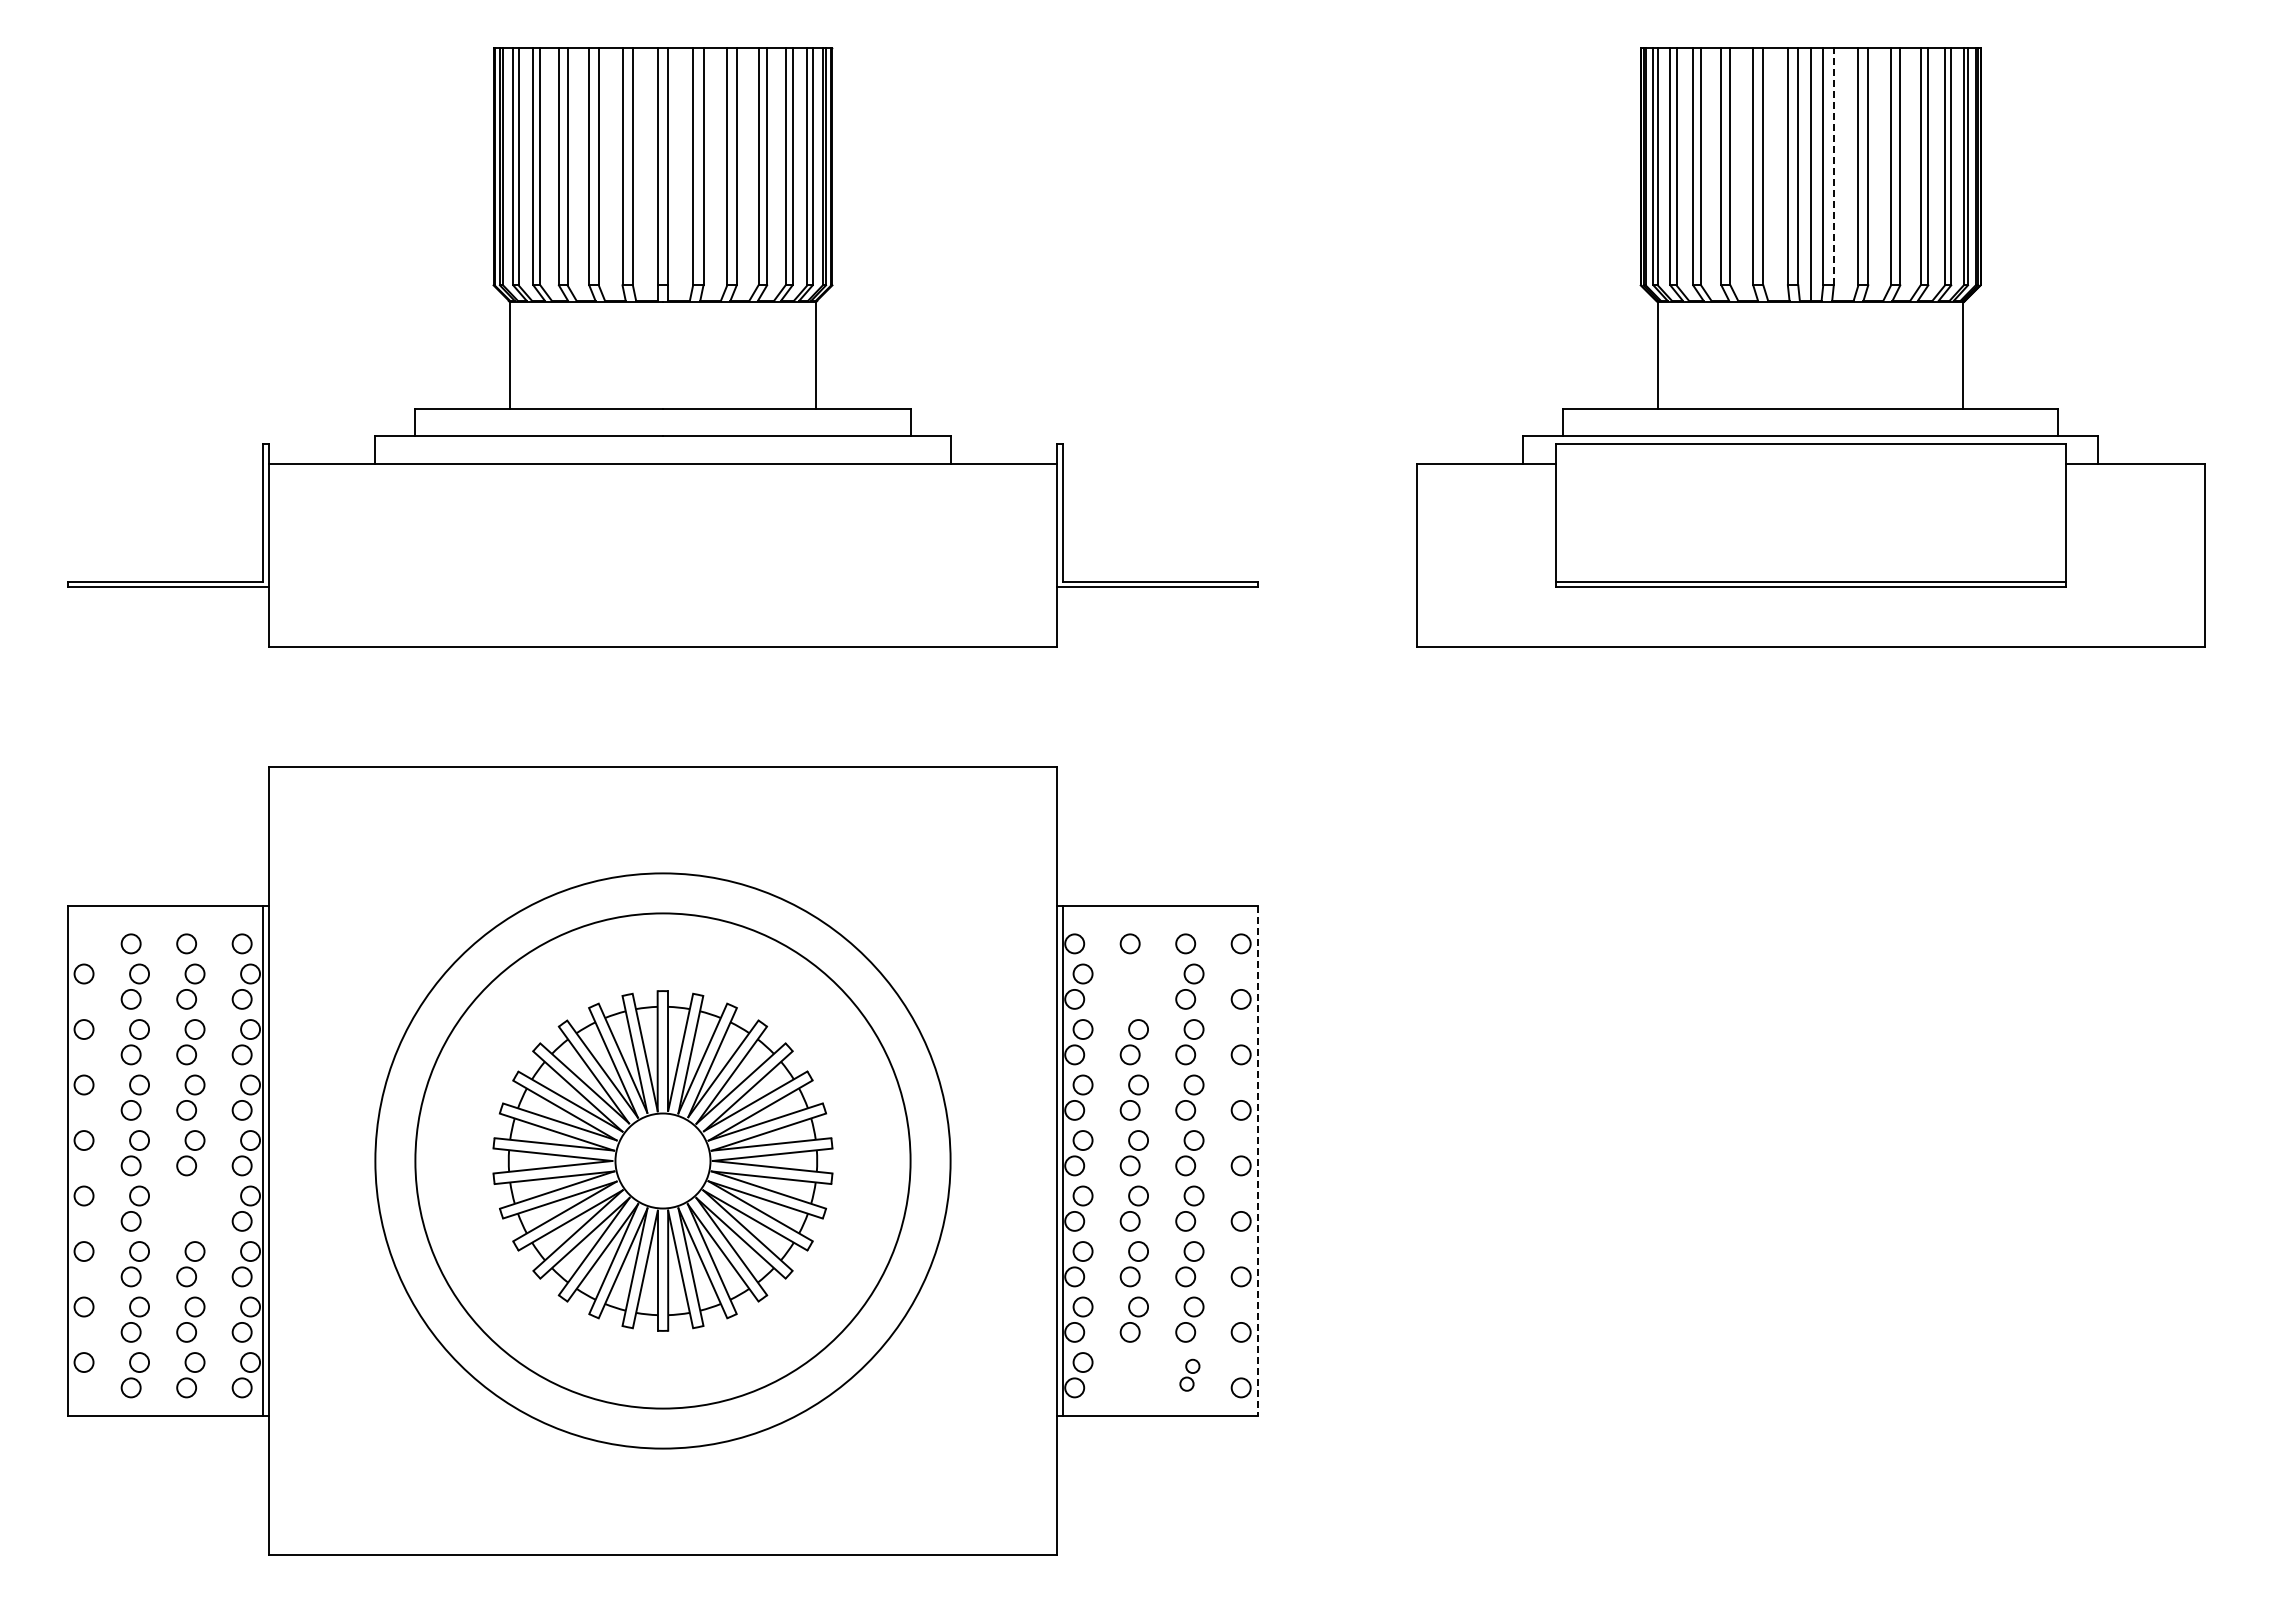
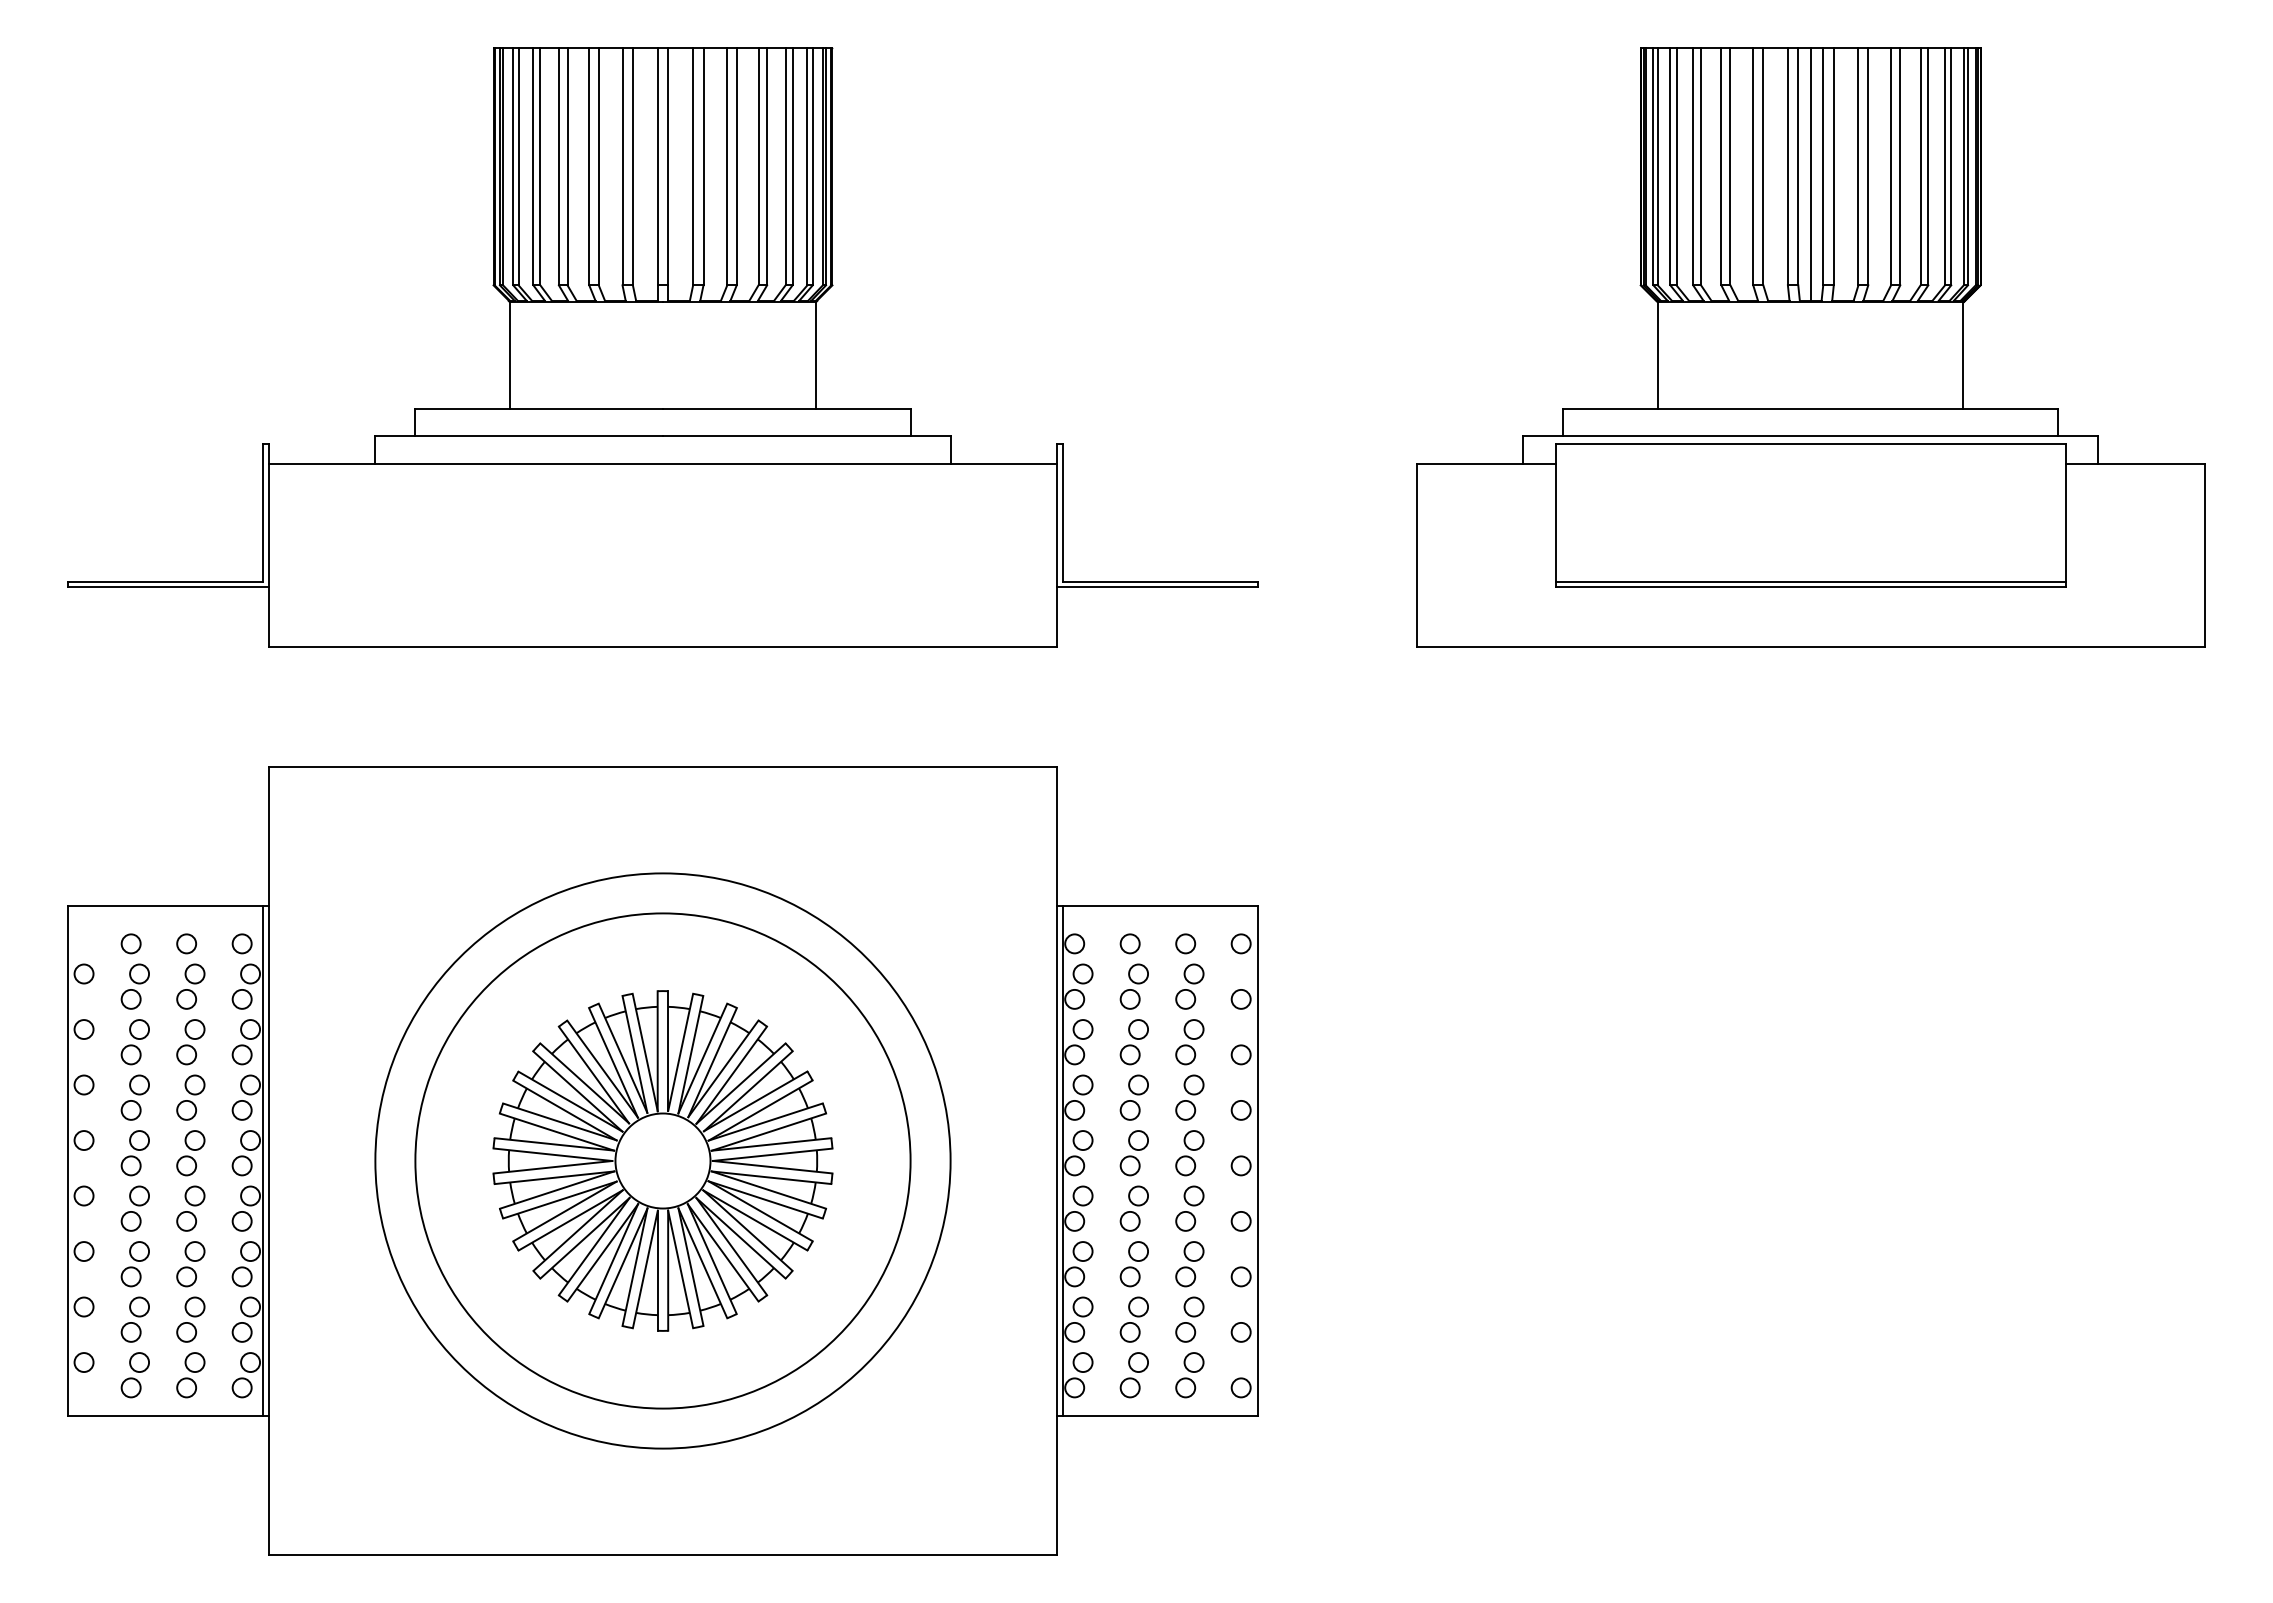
line at (1833, 166): dashed -> solid
part at (1133, 986): none -> present
line at (1257, 1161): dashed -> solid
part at (190, 1208): none -> present
part at (1189, 1374) size: 22x34 px -> 30x47 px
part at (1133, 1375): none -> present
